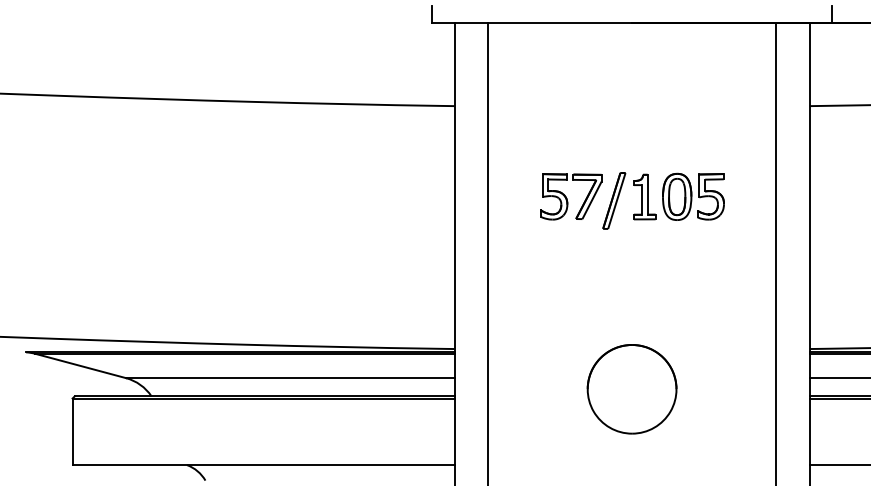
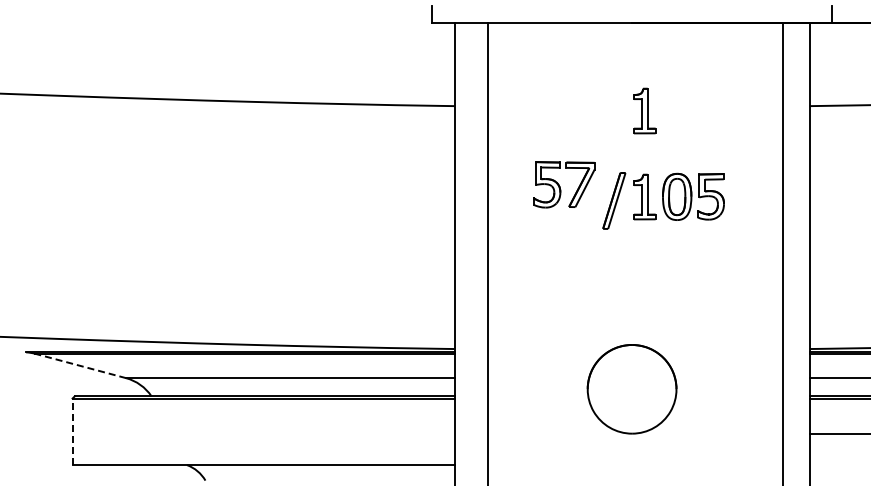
part at (644, 110): none -> present
part at (571, 196) position: (571, 196) -> (564, 184)
line at (775, 252) position: (775, 252) -> (782, 252)
line at (80, 365): solid -> dashed
line at (72, 431): solid -> dashed
line at (838, 465) position: (838, 465) -> (838, 434)
